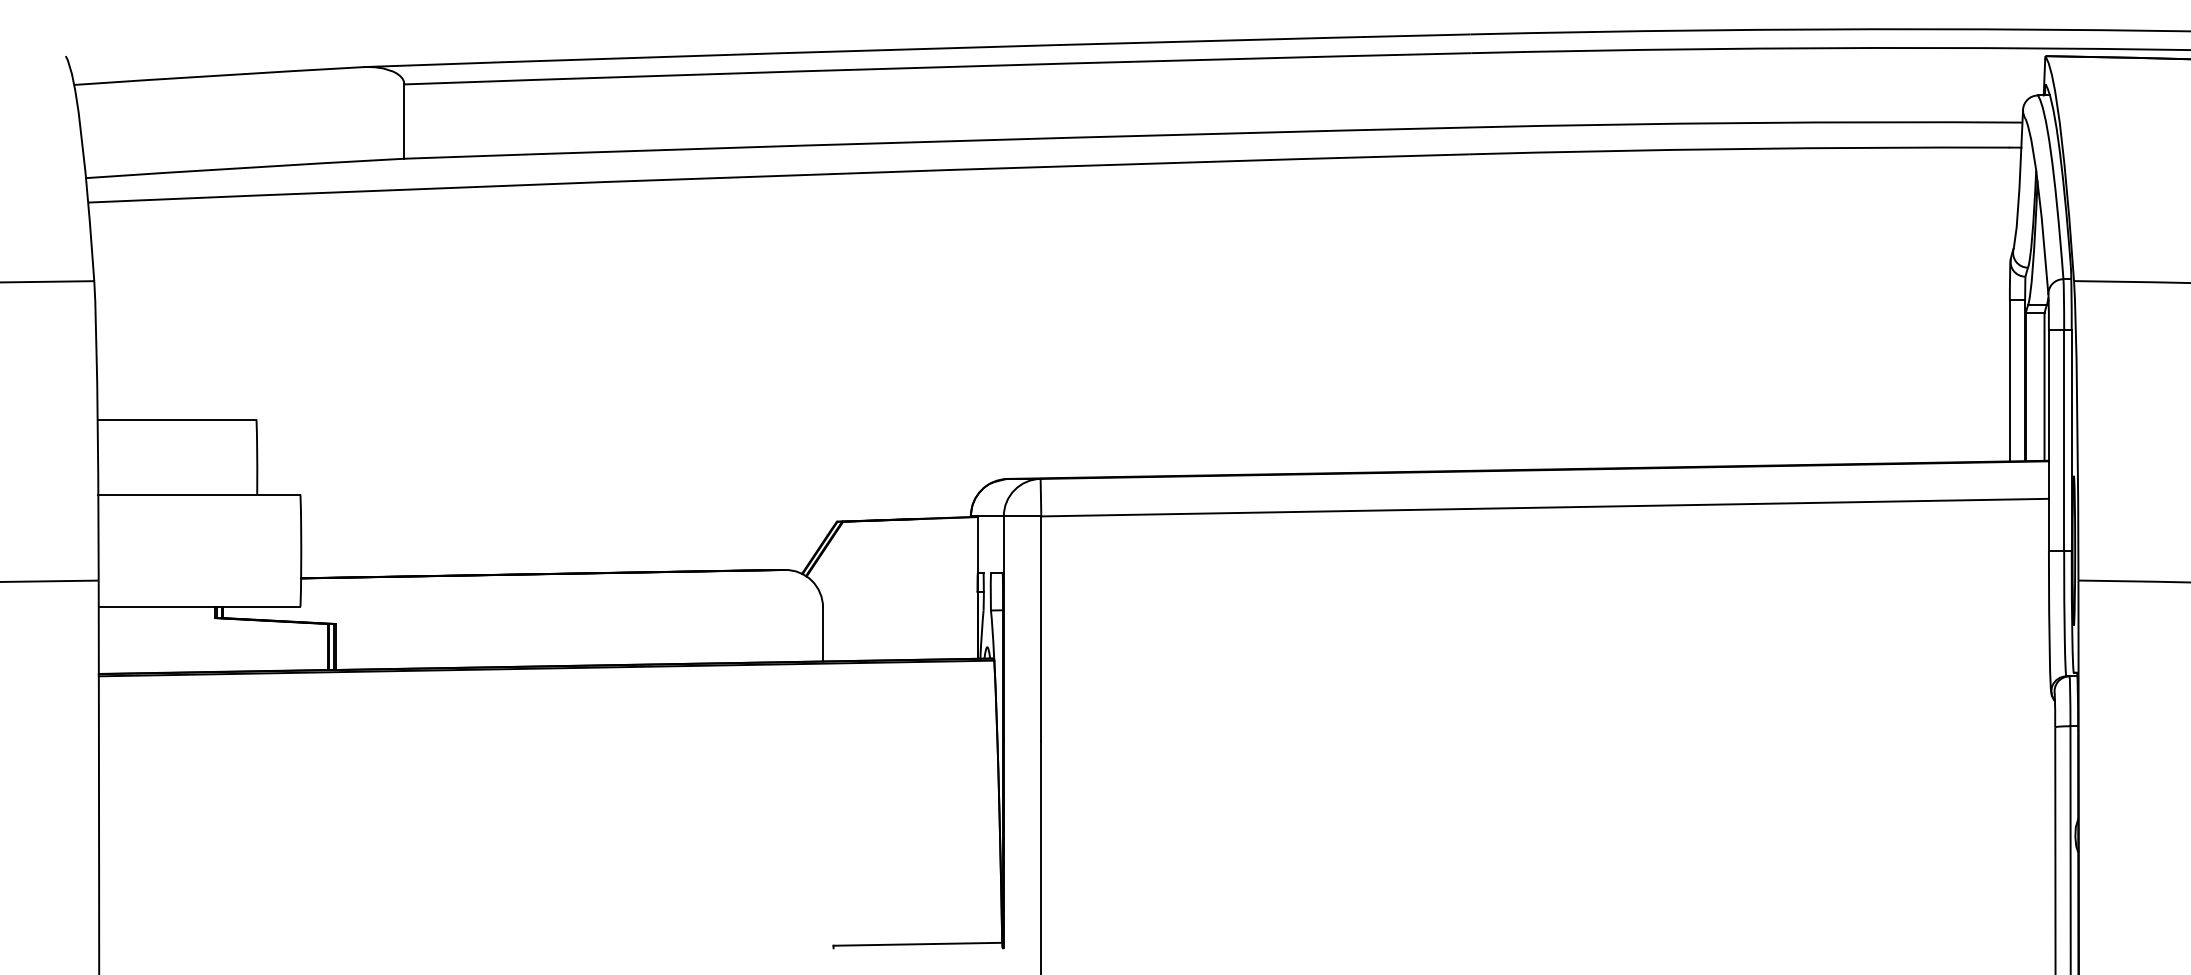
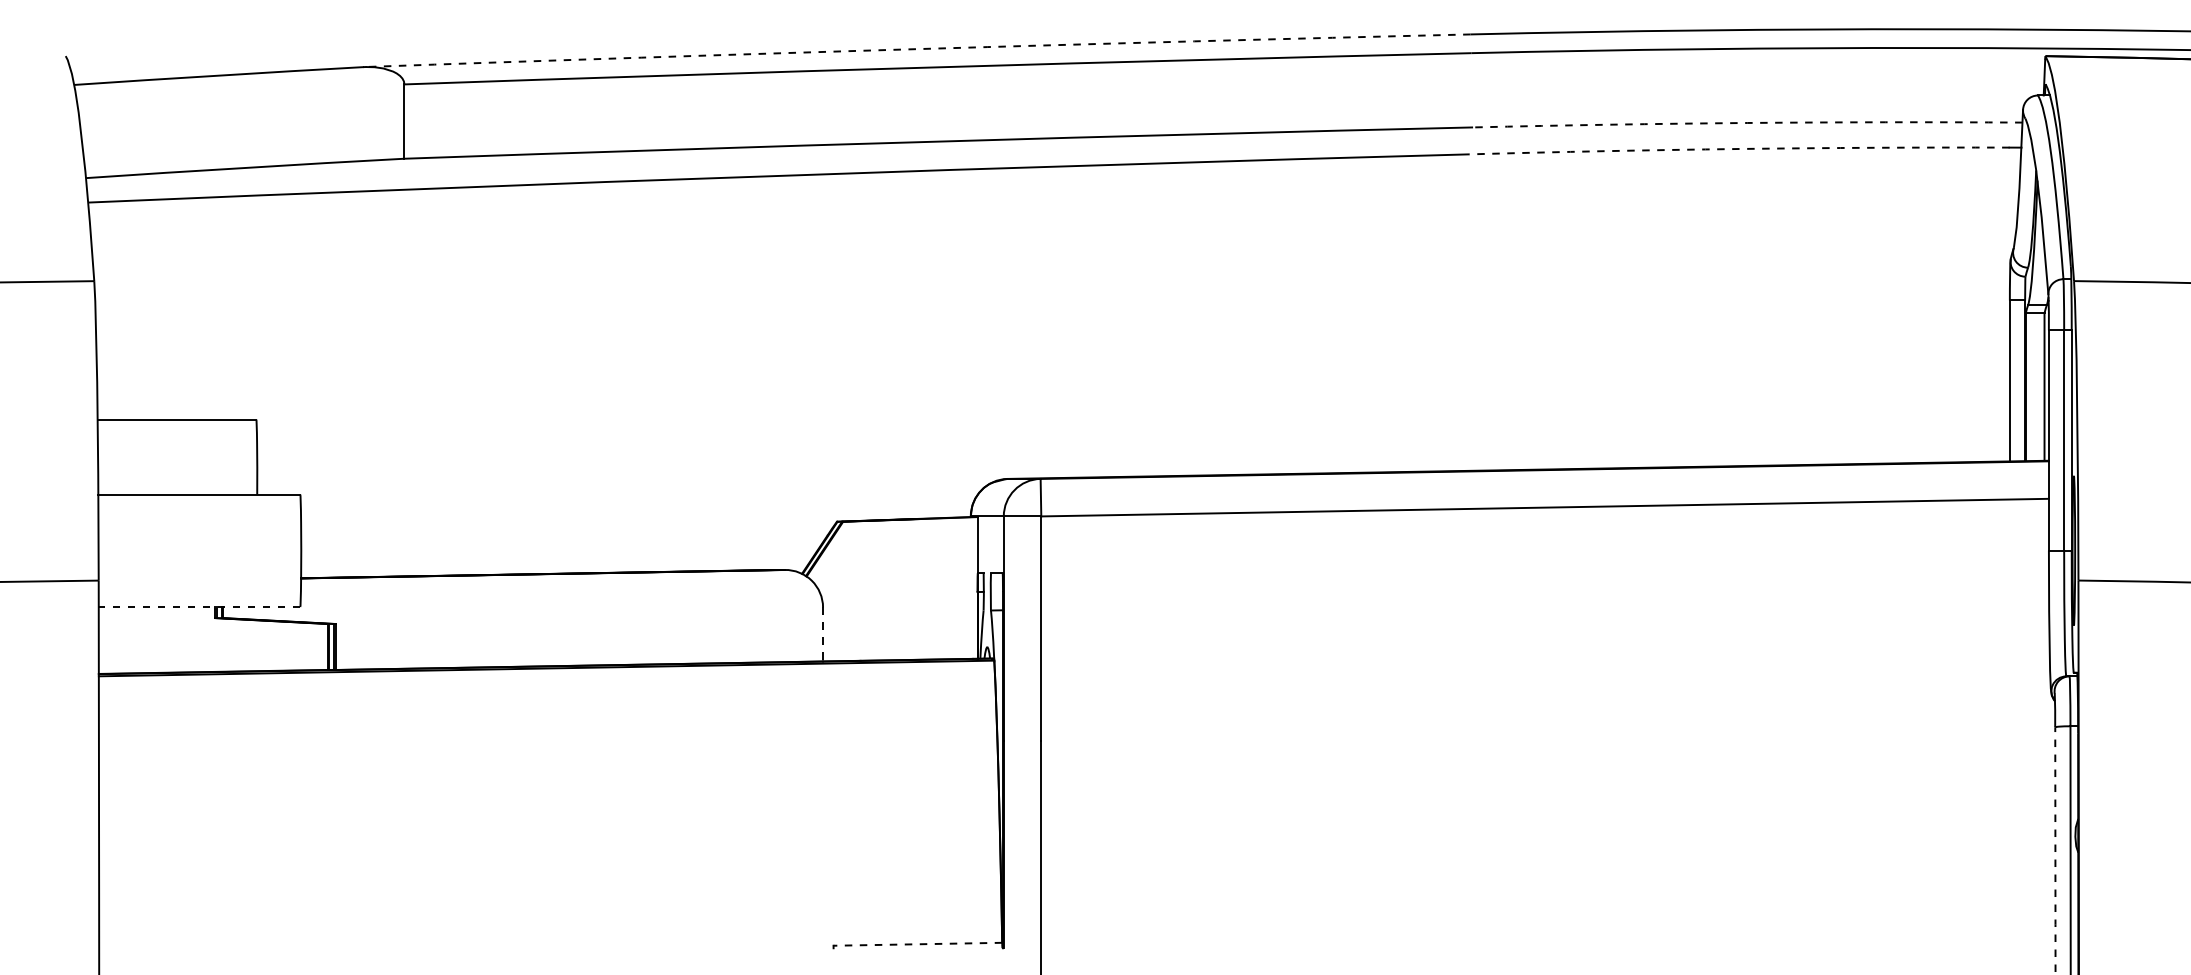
arc at (918, 49): solid -> dashed
arc at (1747, 122): solid -> dashed
arc at (1739, 149): solid -> dashed
line at (199, 607): solid -> dashed
line at (823, 634): solid -> dashed
arc at (2055, 850): solid -> dashed
line at (917, 944): solid -> dashed
